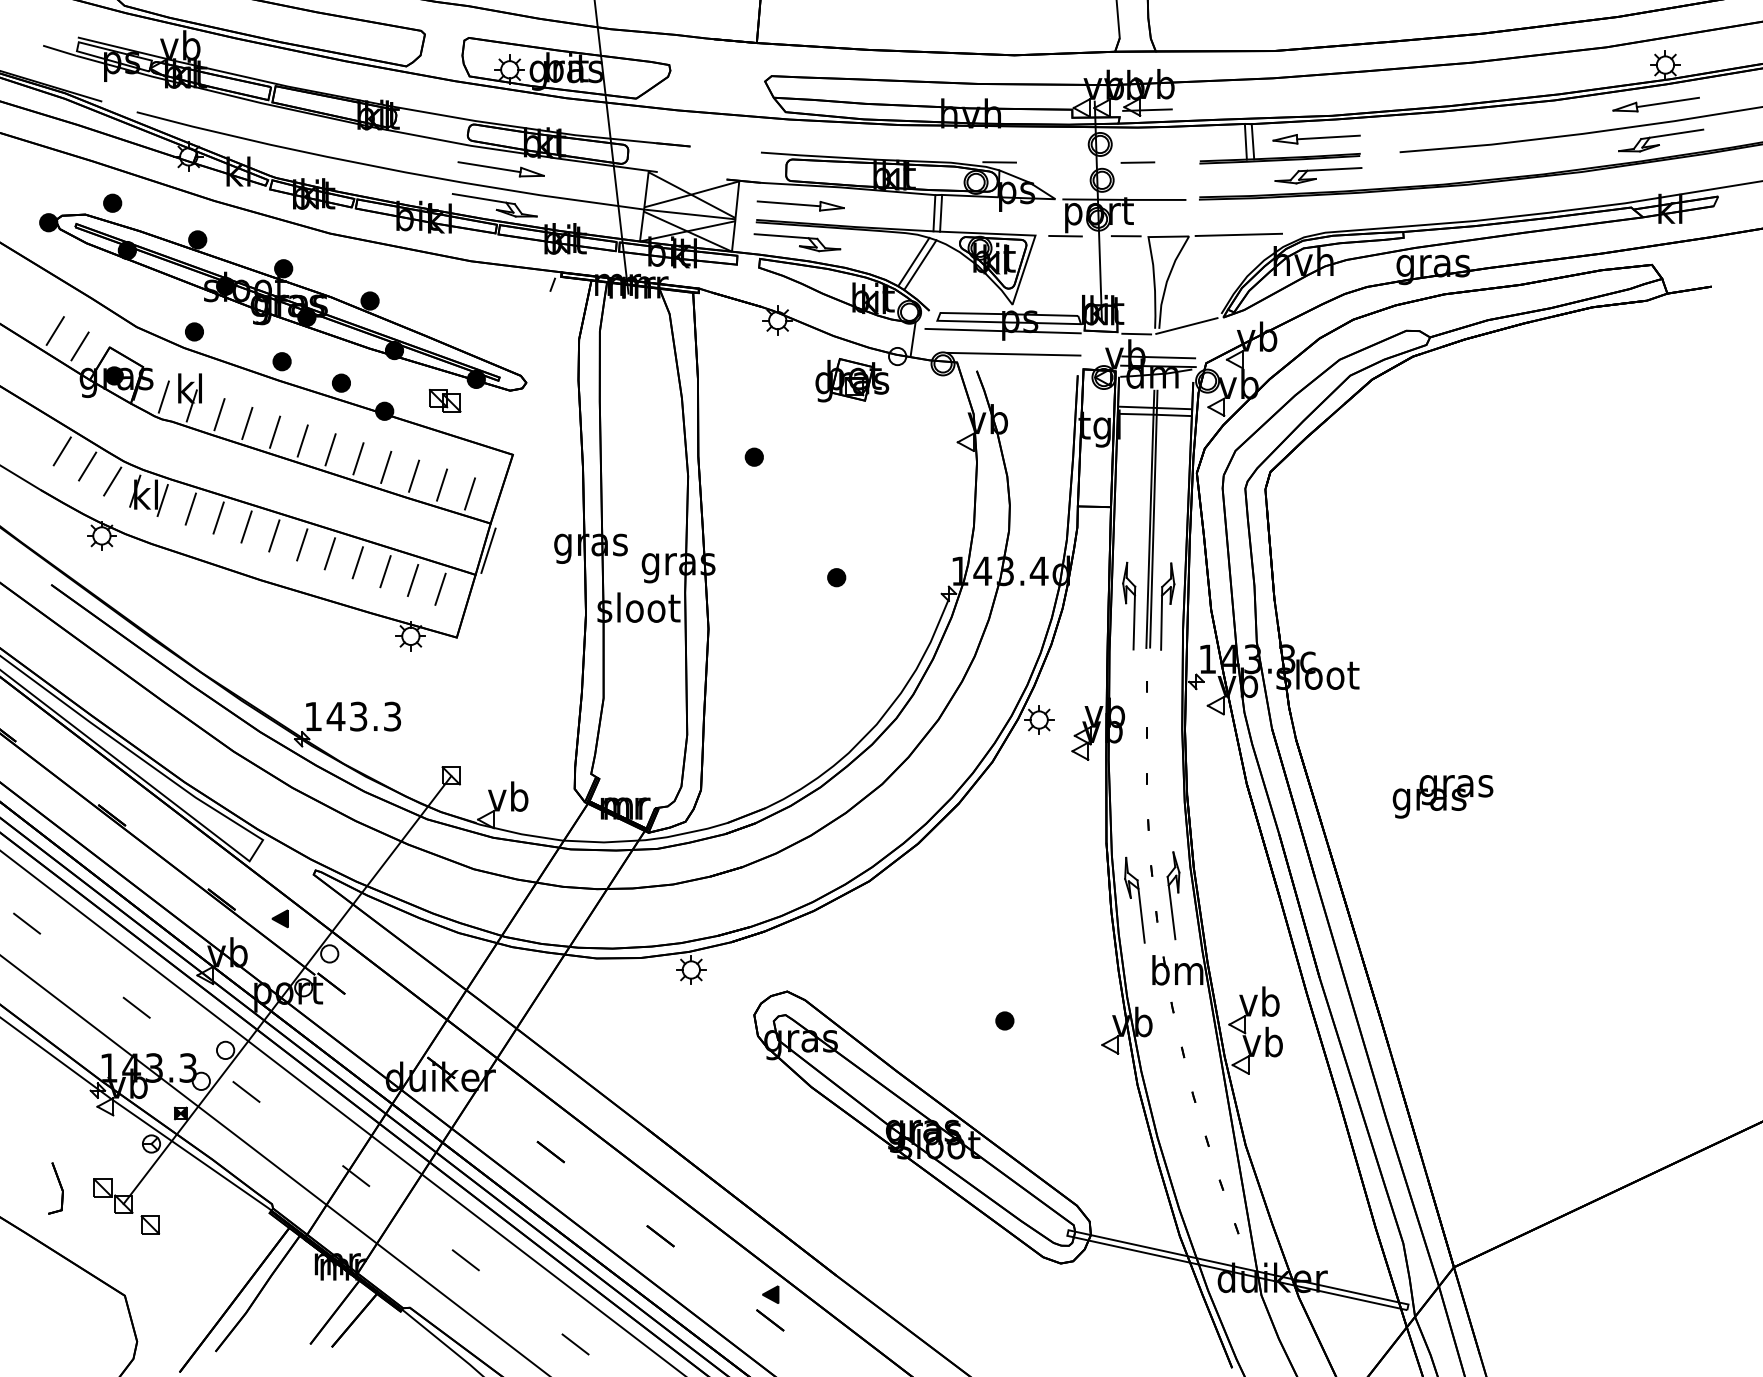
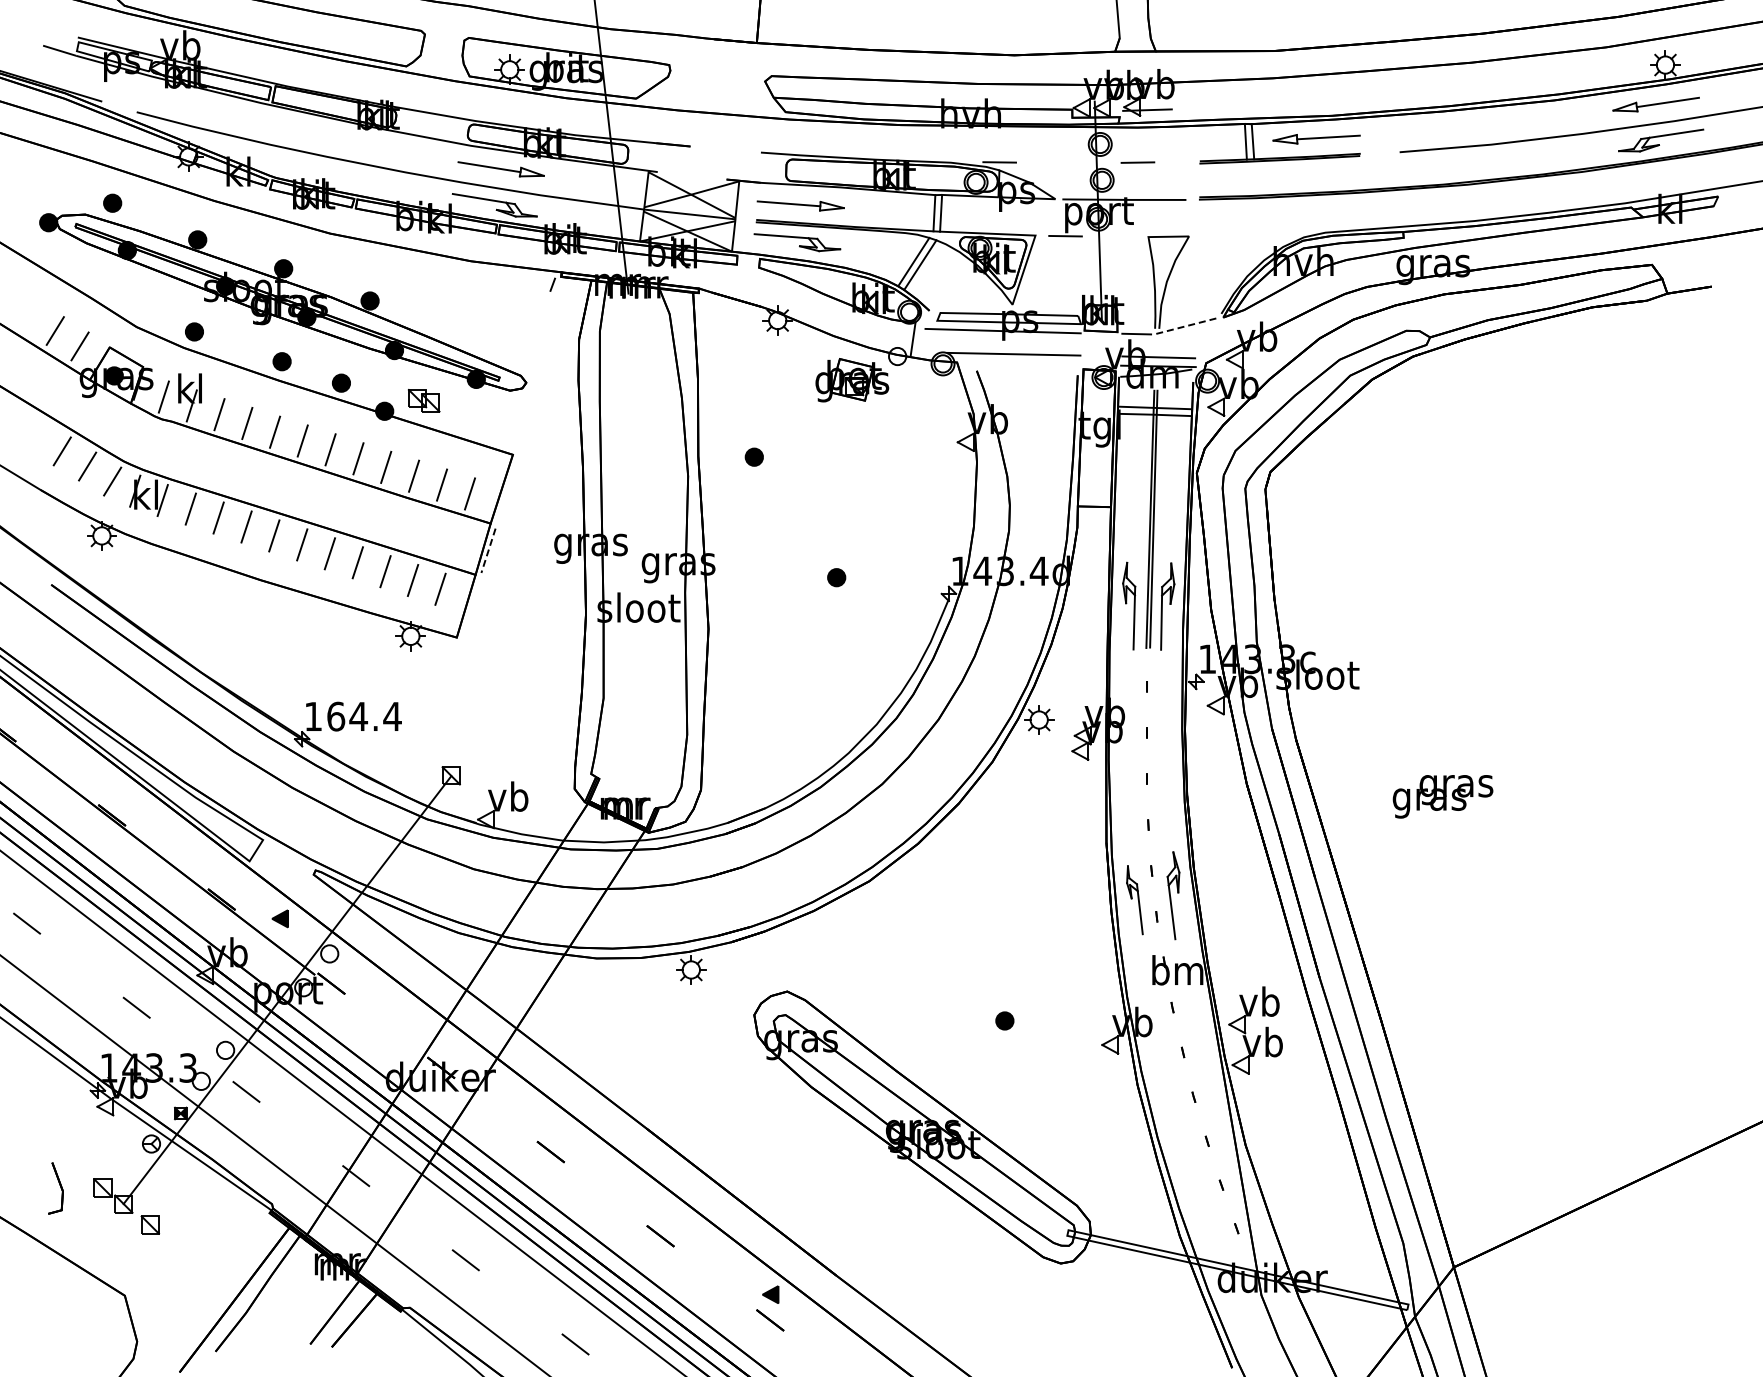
part at (1318, 175): present -> none
line at (1238, 234): present -> none
line at (1125, 236): present -> none
line at (1186, 326): solid -> dashed
part at (445, 400) position: (445, 400) -> (424, 400)
line at (488, 551): solid -> dashed
text at (363, 716): 143.3 -> 164.4
part at (1134, 899) size: 22x88 px -> 18x71 px
